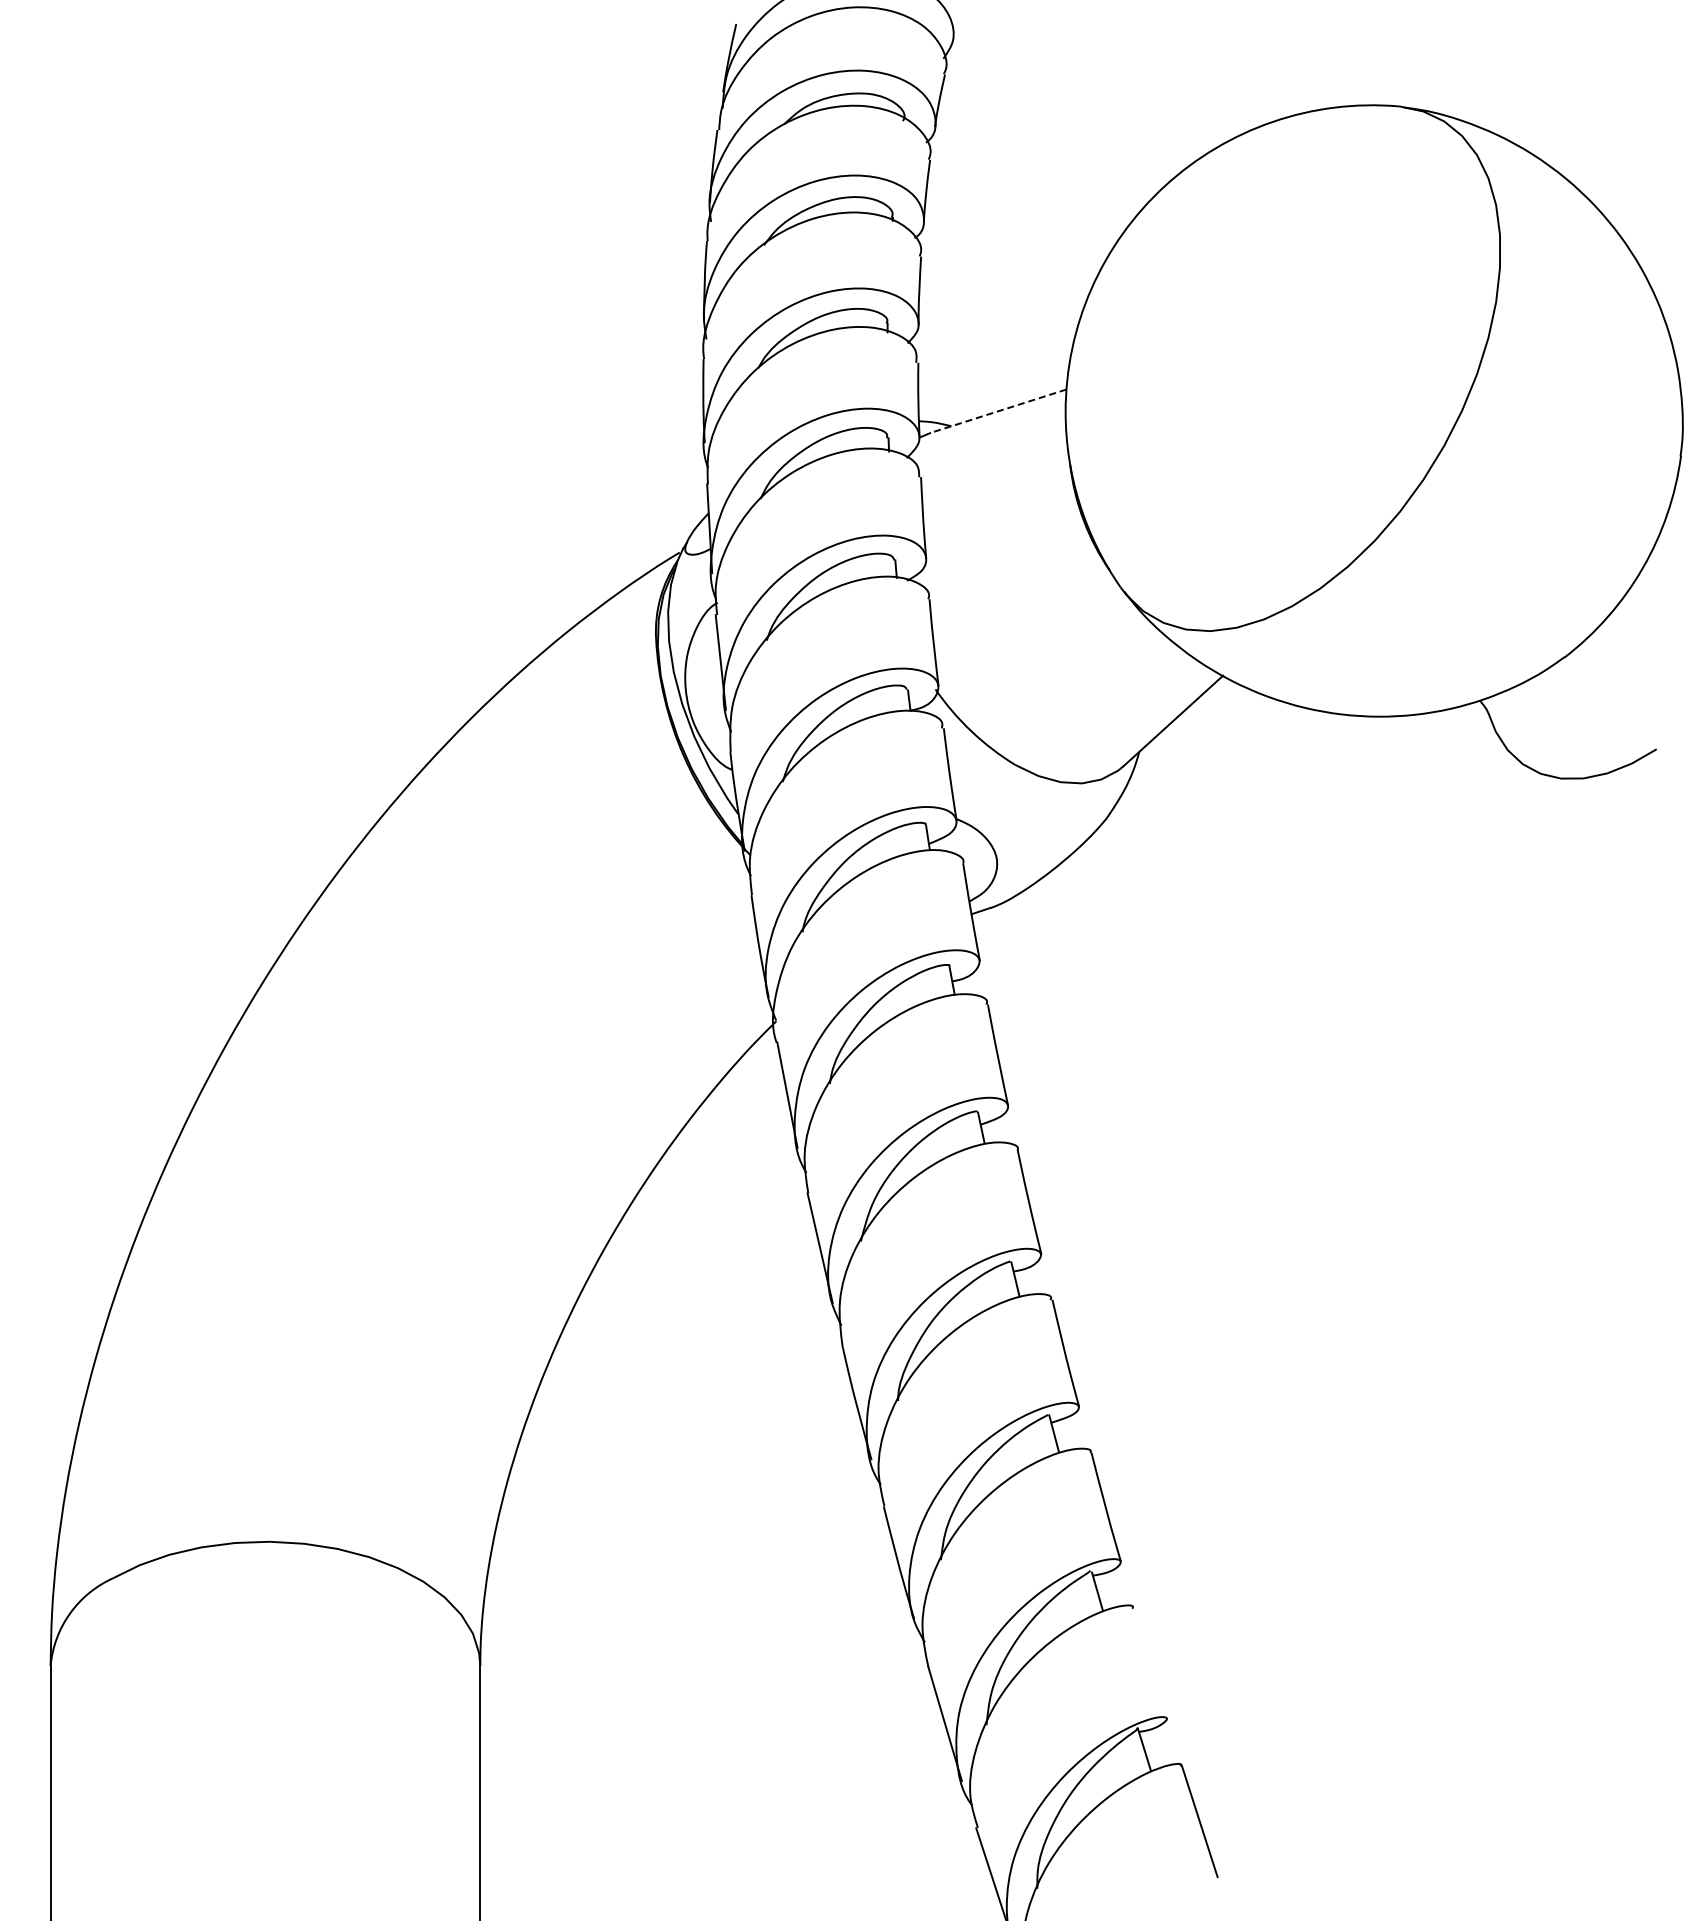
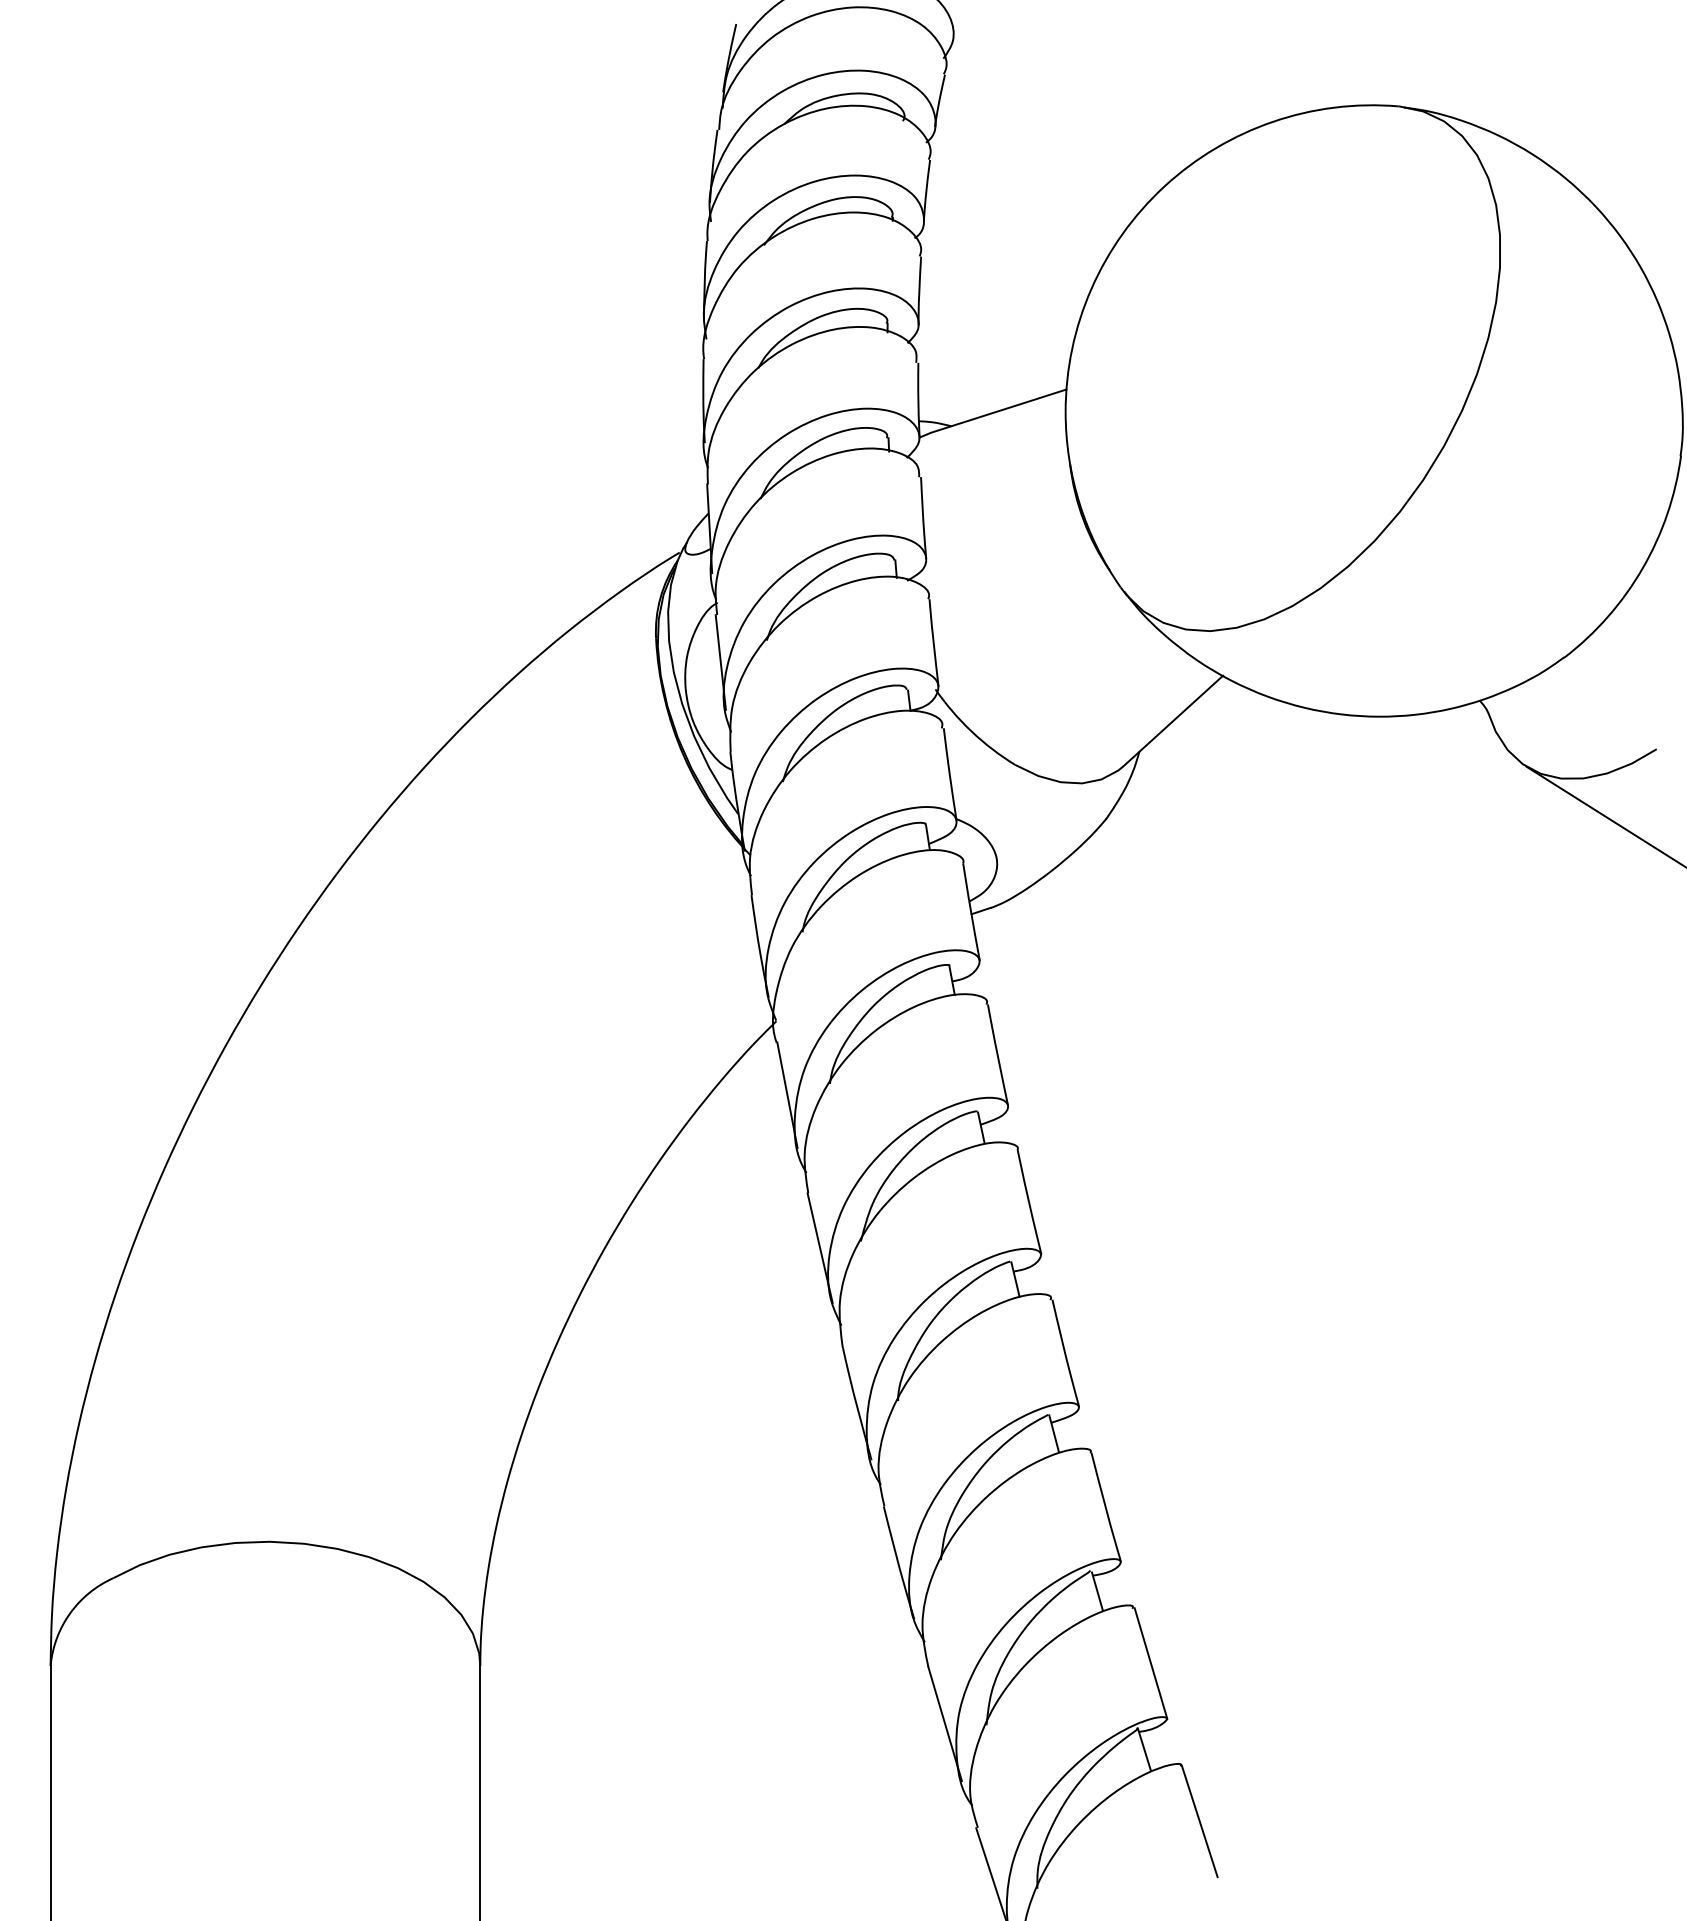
line at (998, 411): dashed -> solid
line at (1604, 815): none -> present
line at (1150, 1663): none -> present
